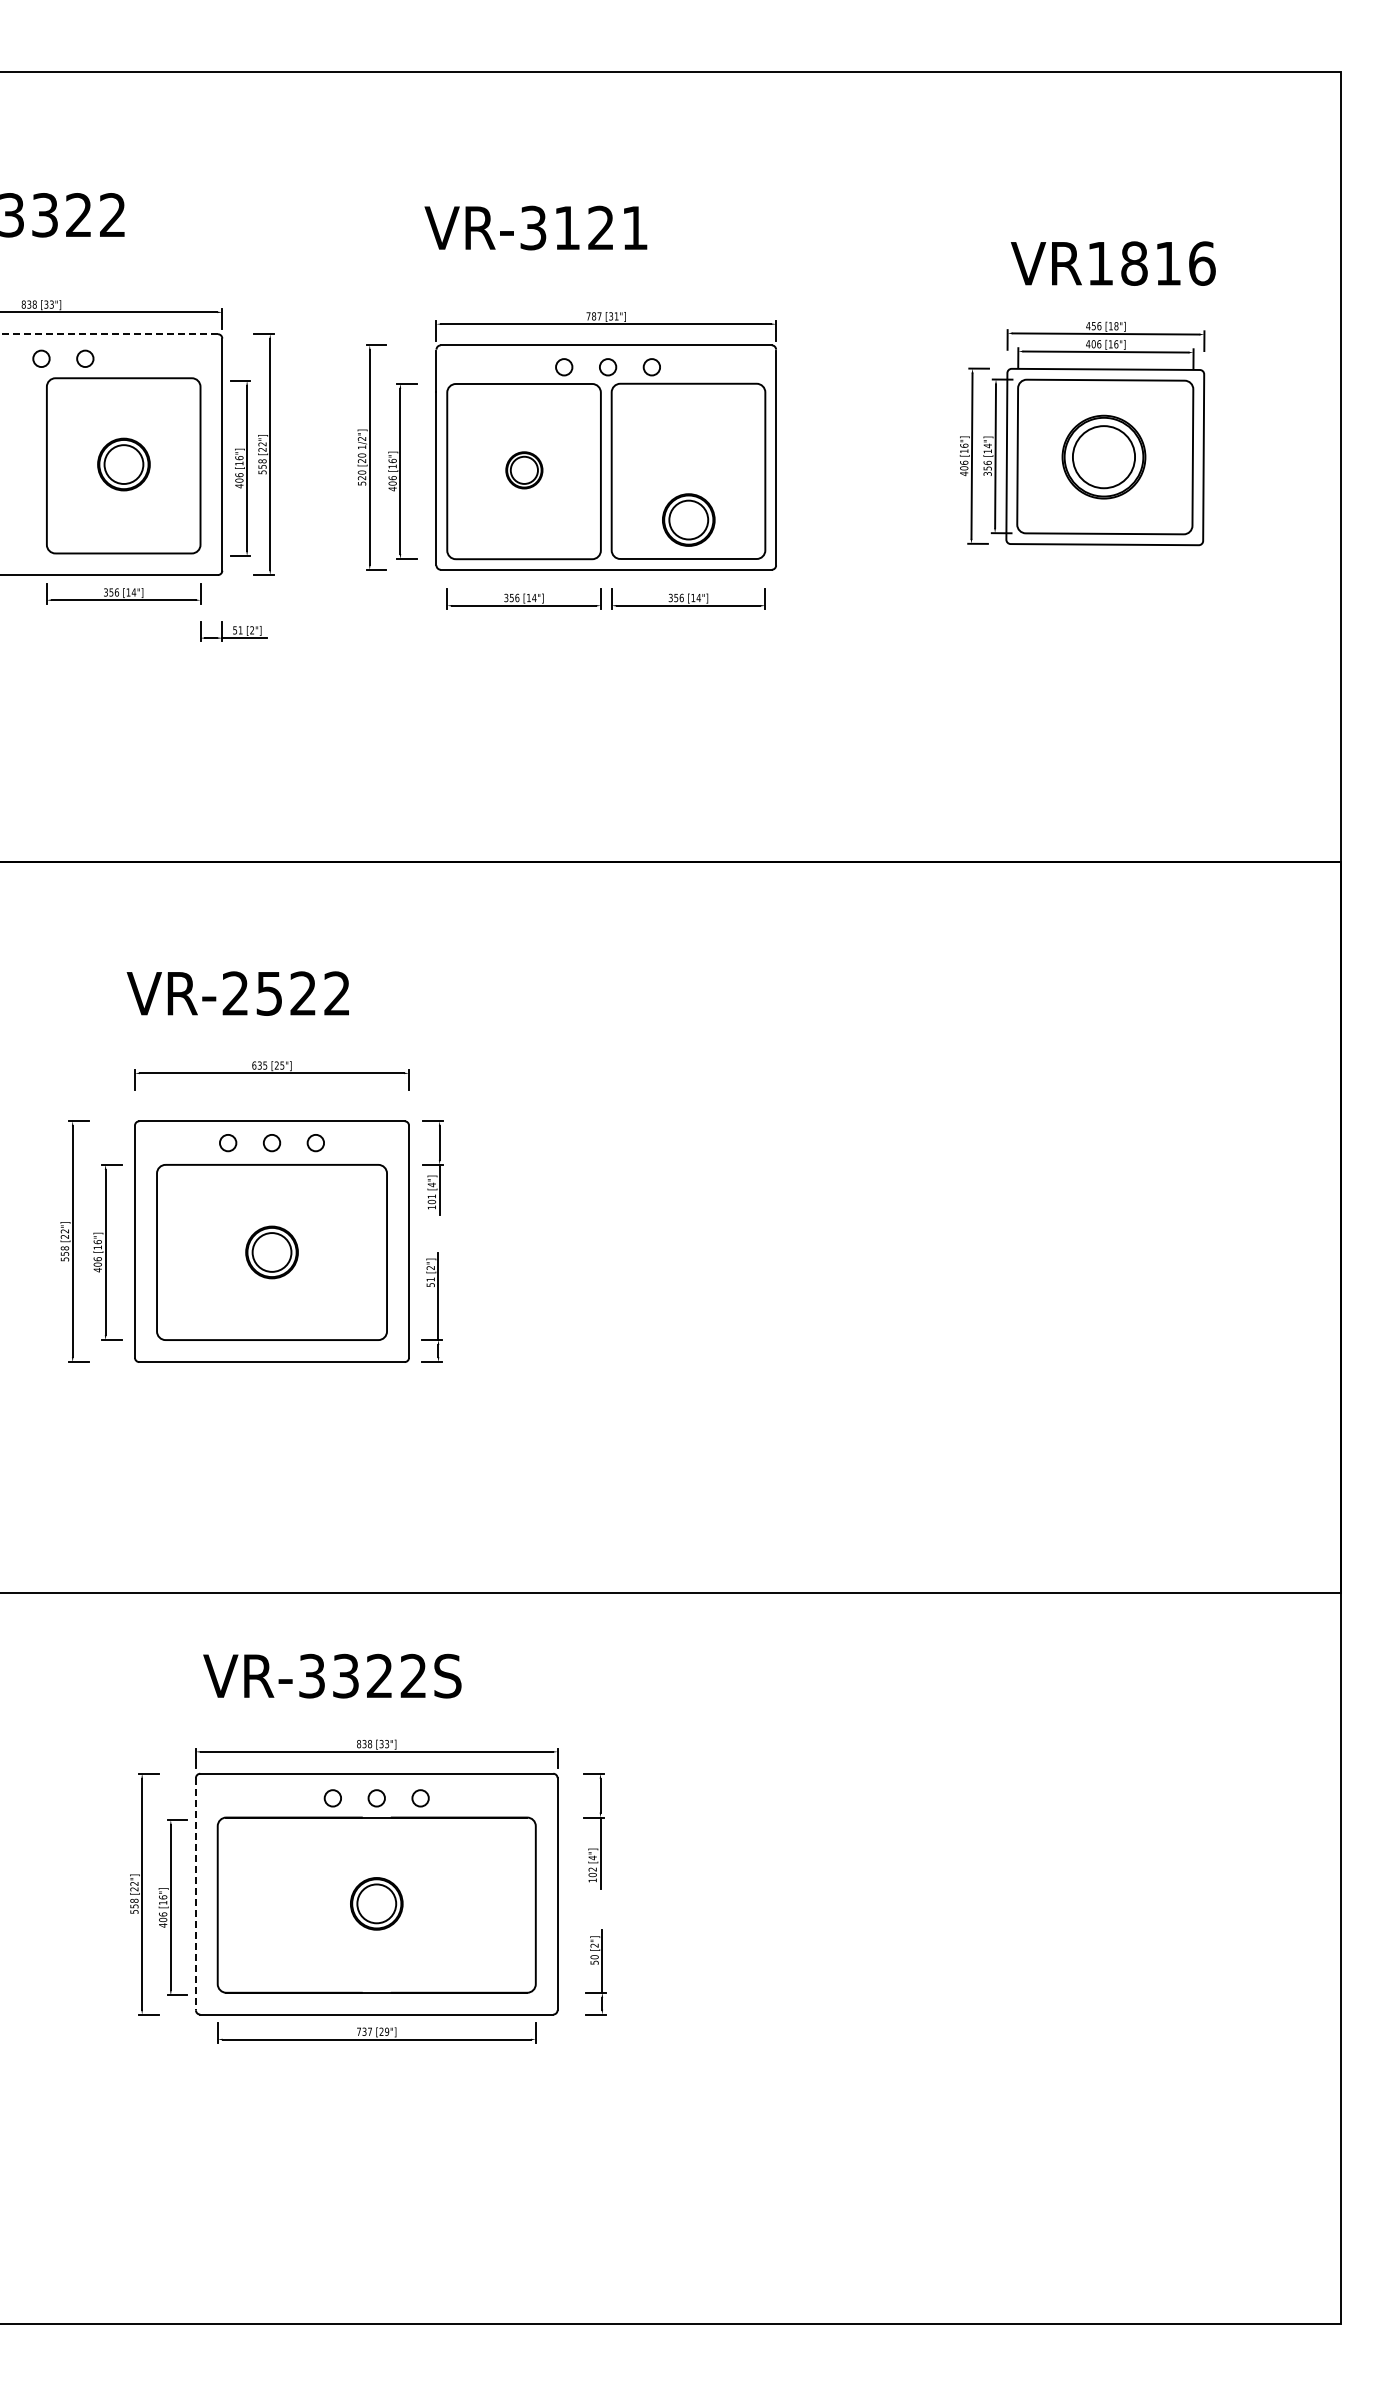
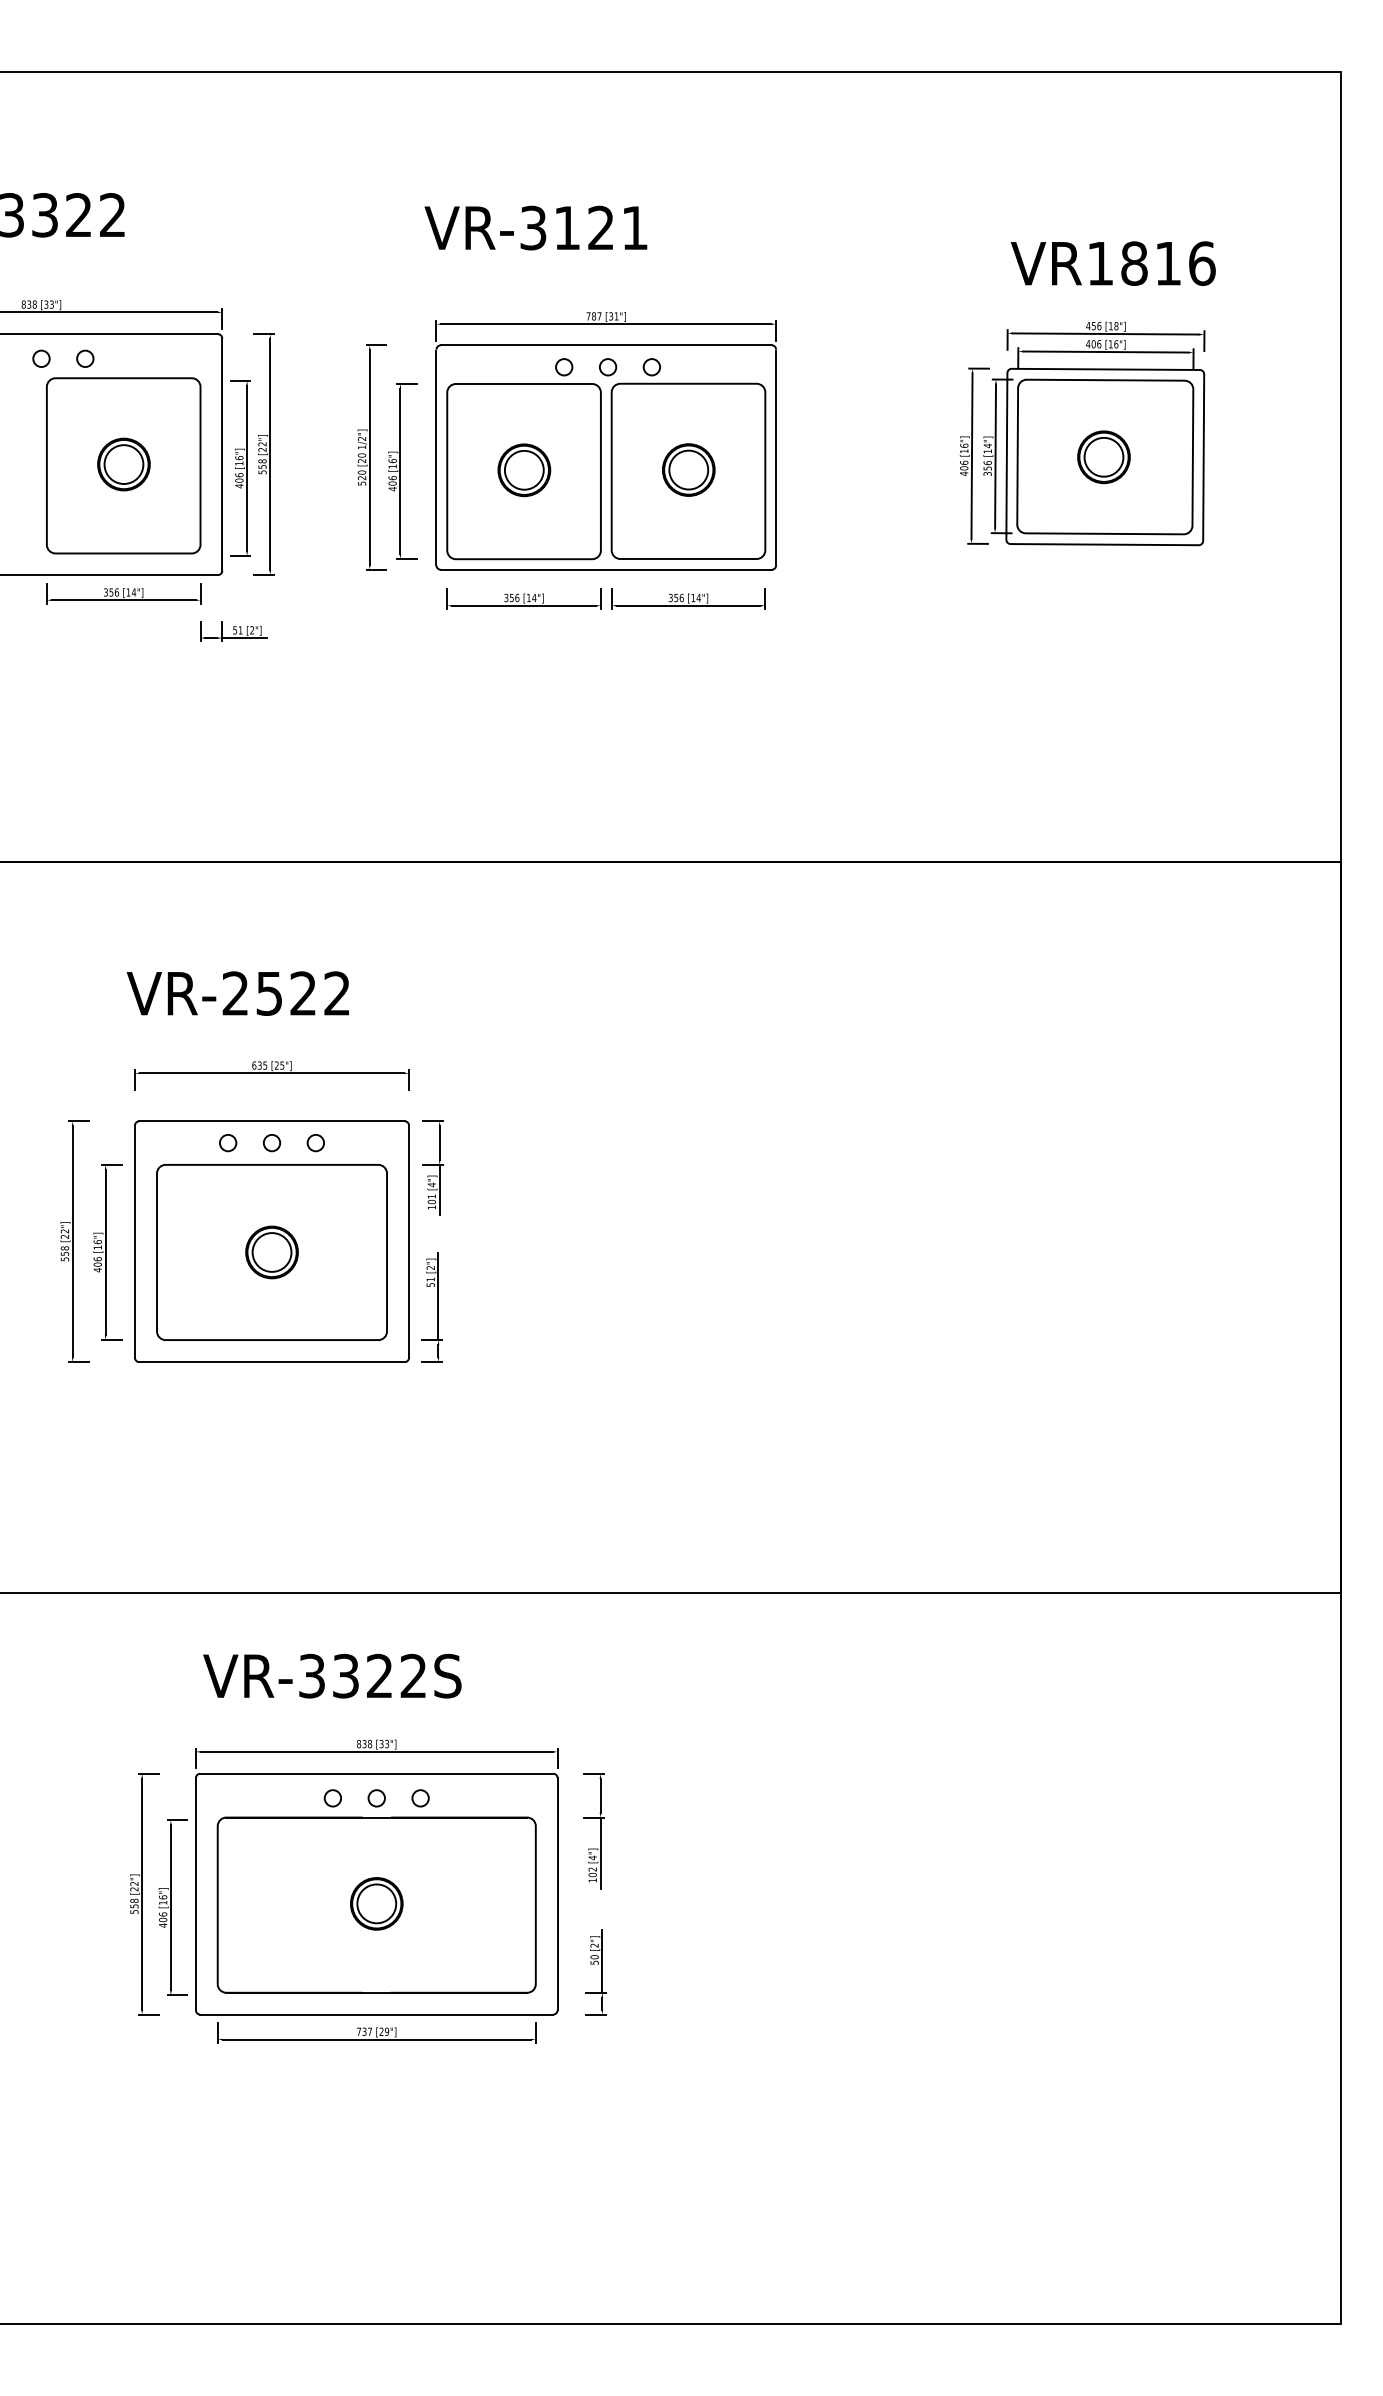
line at (109, 334): dashed -> solid
part at (1103, 456) size: 86x86 px -> 54x55 px
part at (524, 470) size: 39x39 px -> 55x55 px
part at (688, 519) position: (688, 519) -> (688, 469)
line at (195, 1894): dashed -> solid
